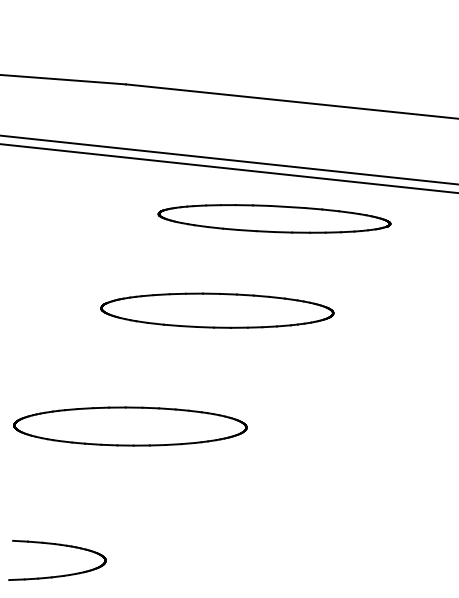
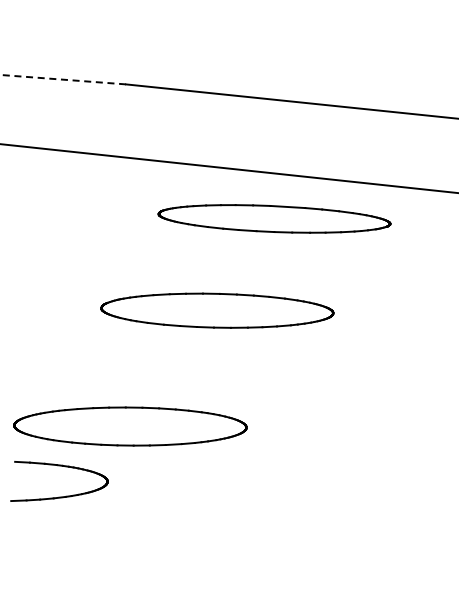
line at (63, 79): solid -> dashed
line at (228, 159): present -> none
part at (57, 545) position: (57, 545) -> (59, 466)
